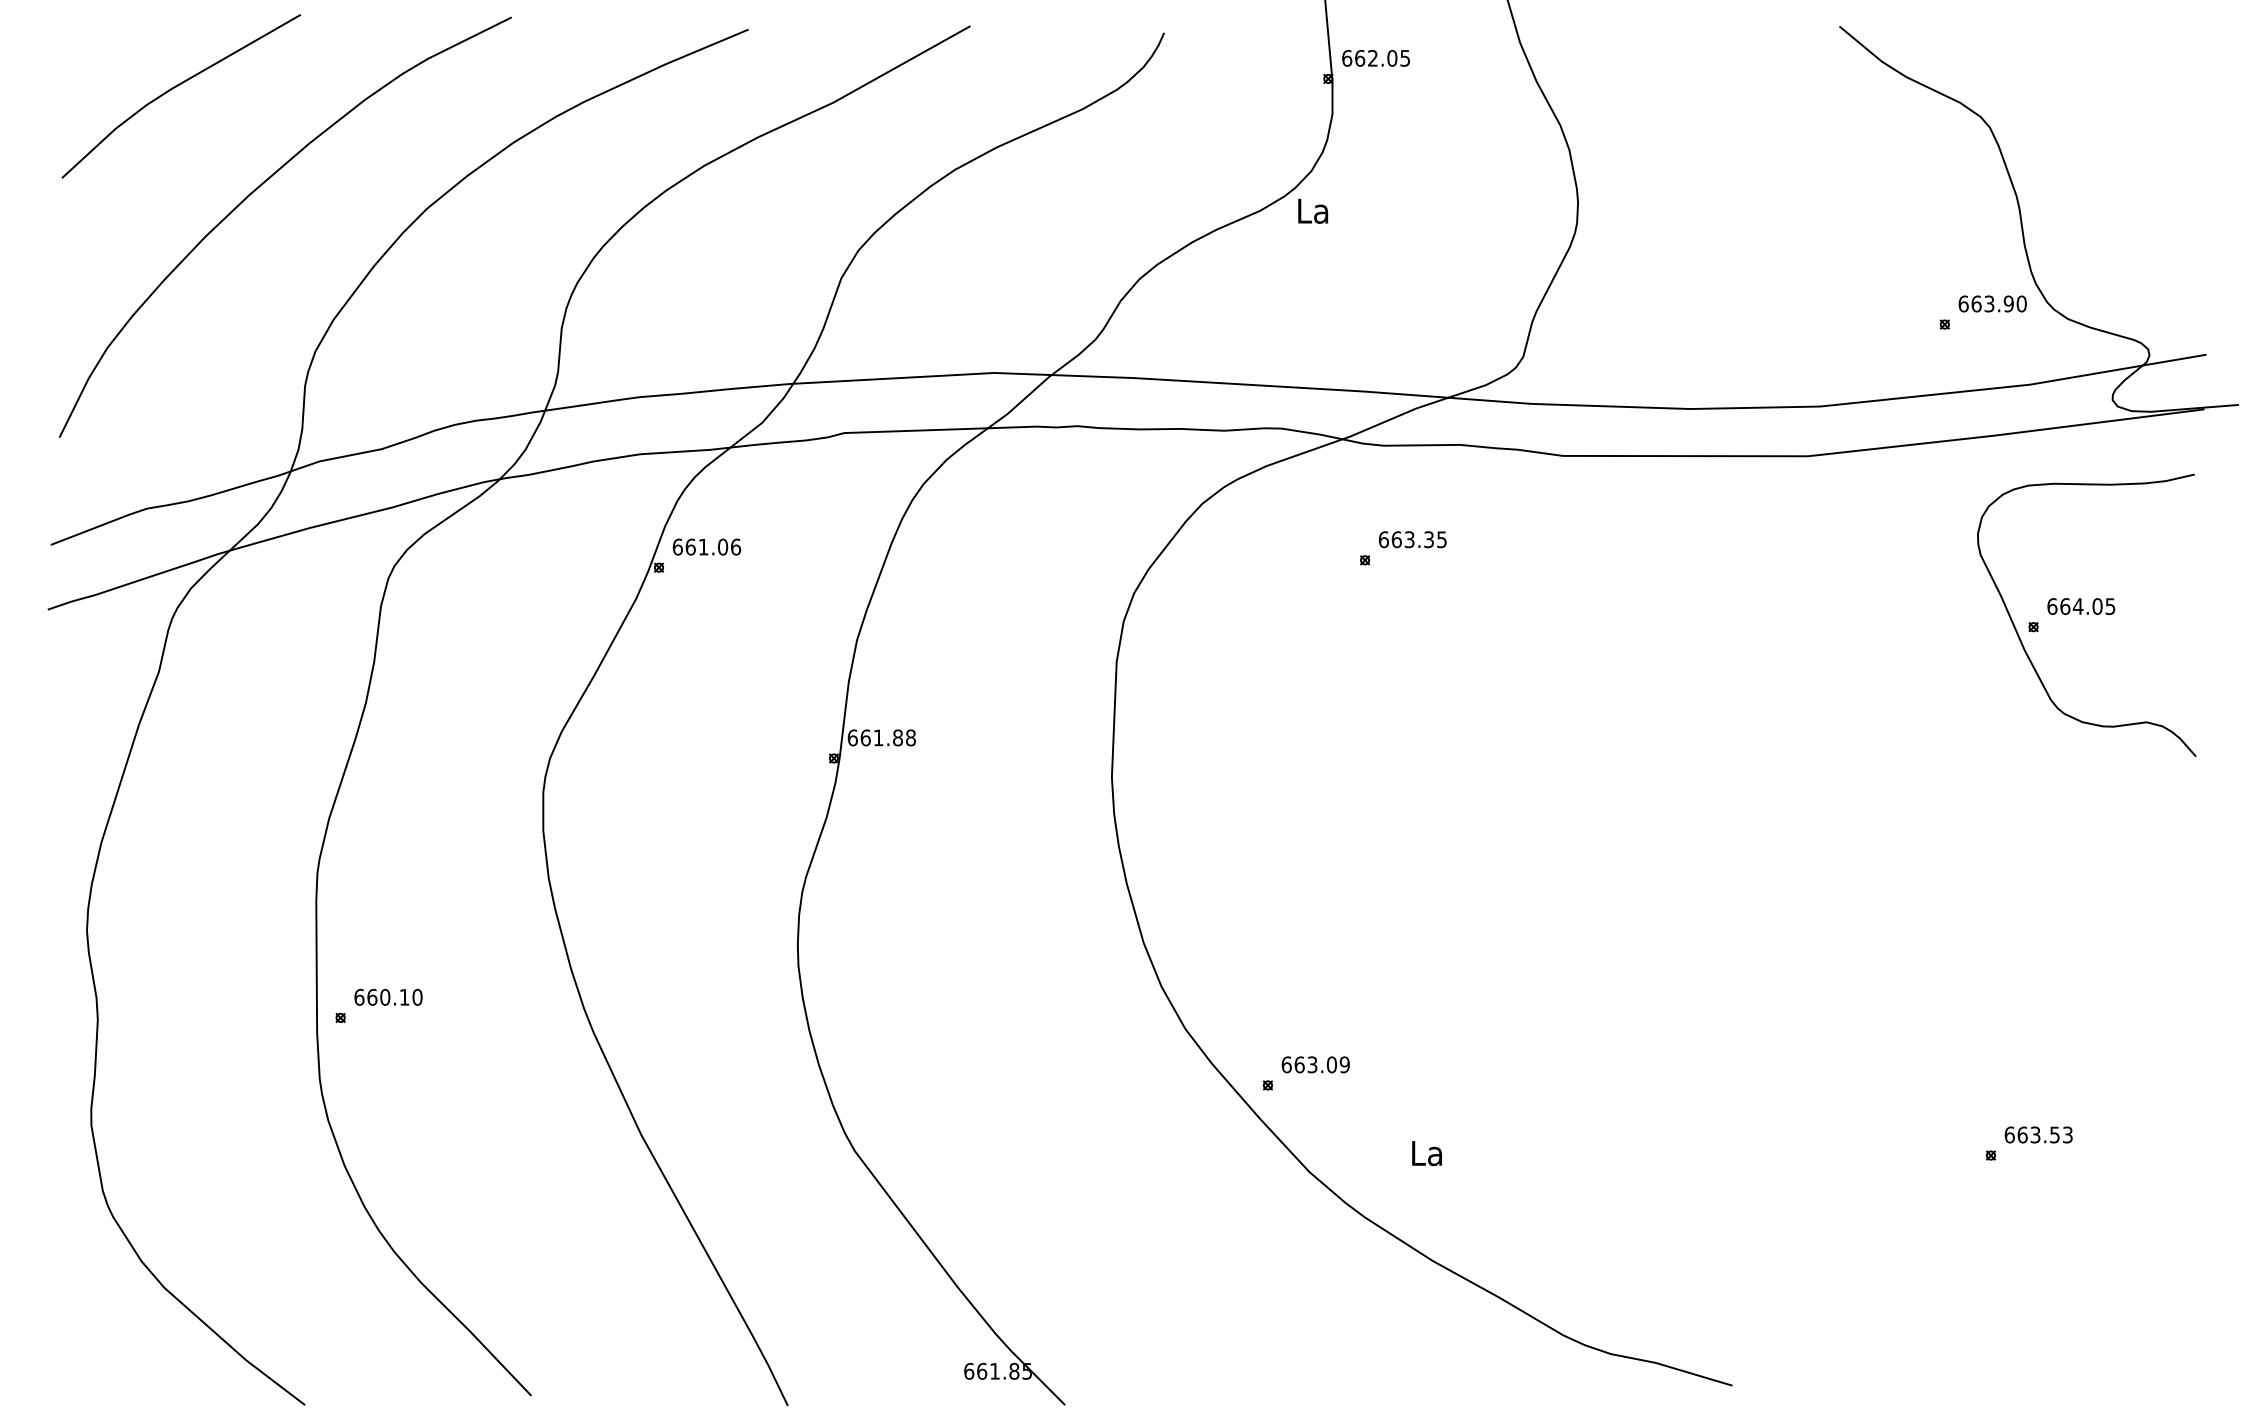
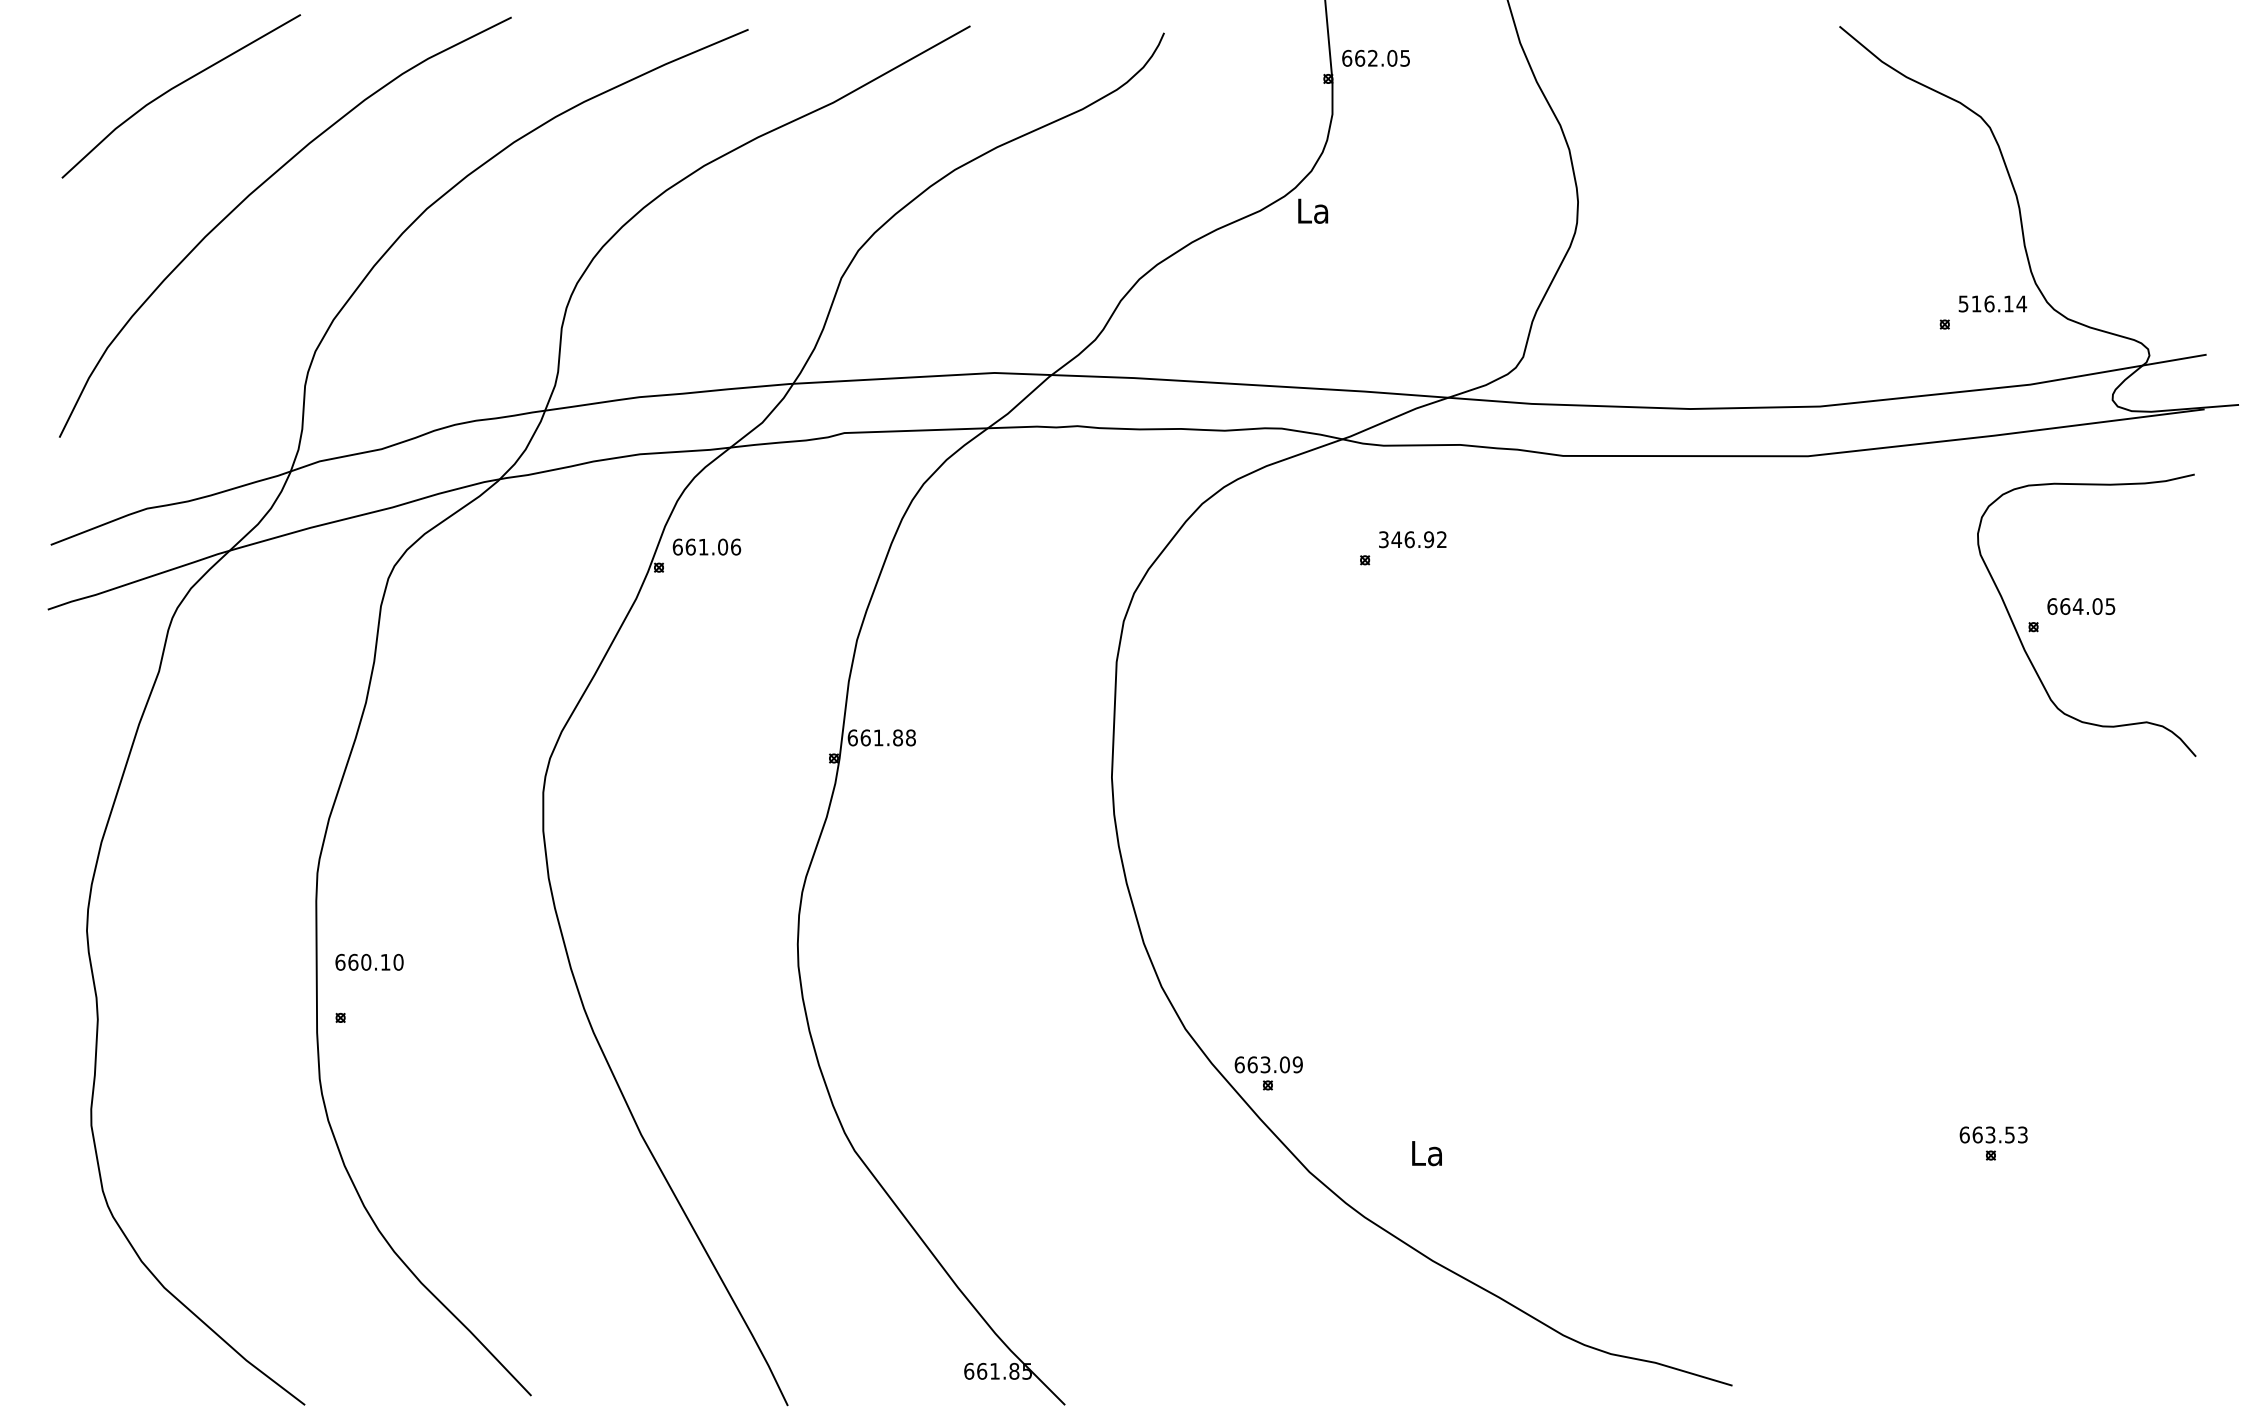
text at (1992, 303): 663.90 -> 516.14
text at (1412, 539): 663.35 -> 346.92
text at (388, 996) position: (388, 996) -> (369, 961)
text at (1315, 1064) position: (1315, 1064) -> (1268, 1064)
text at (2038, 1134) position: (2038, 1134) -> (1993, 1134)
